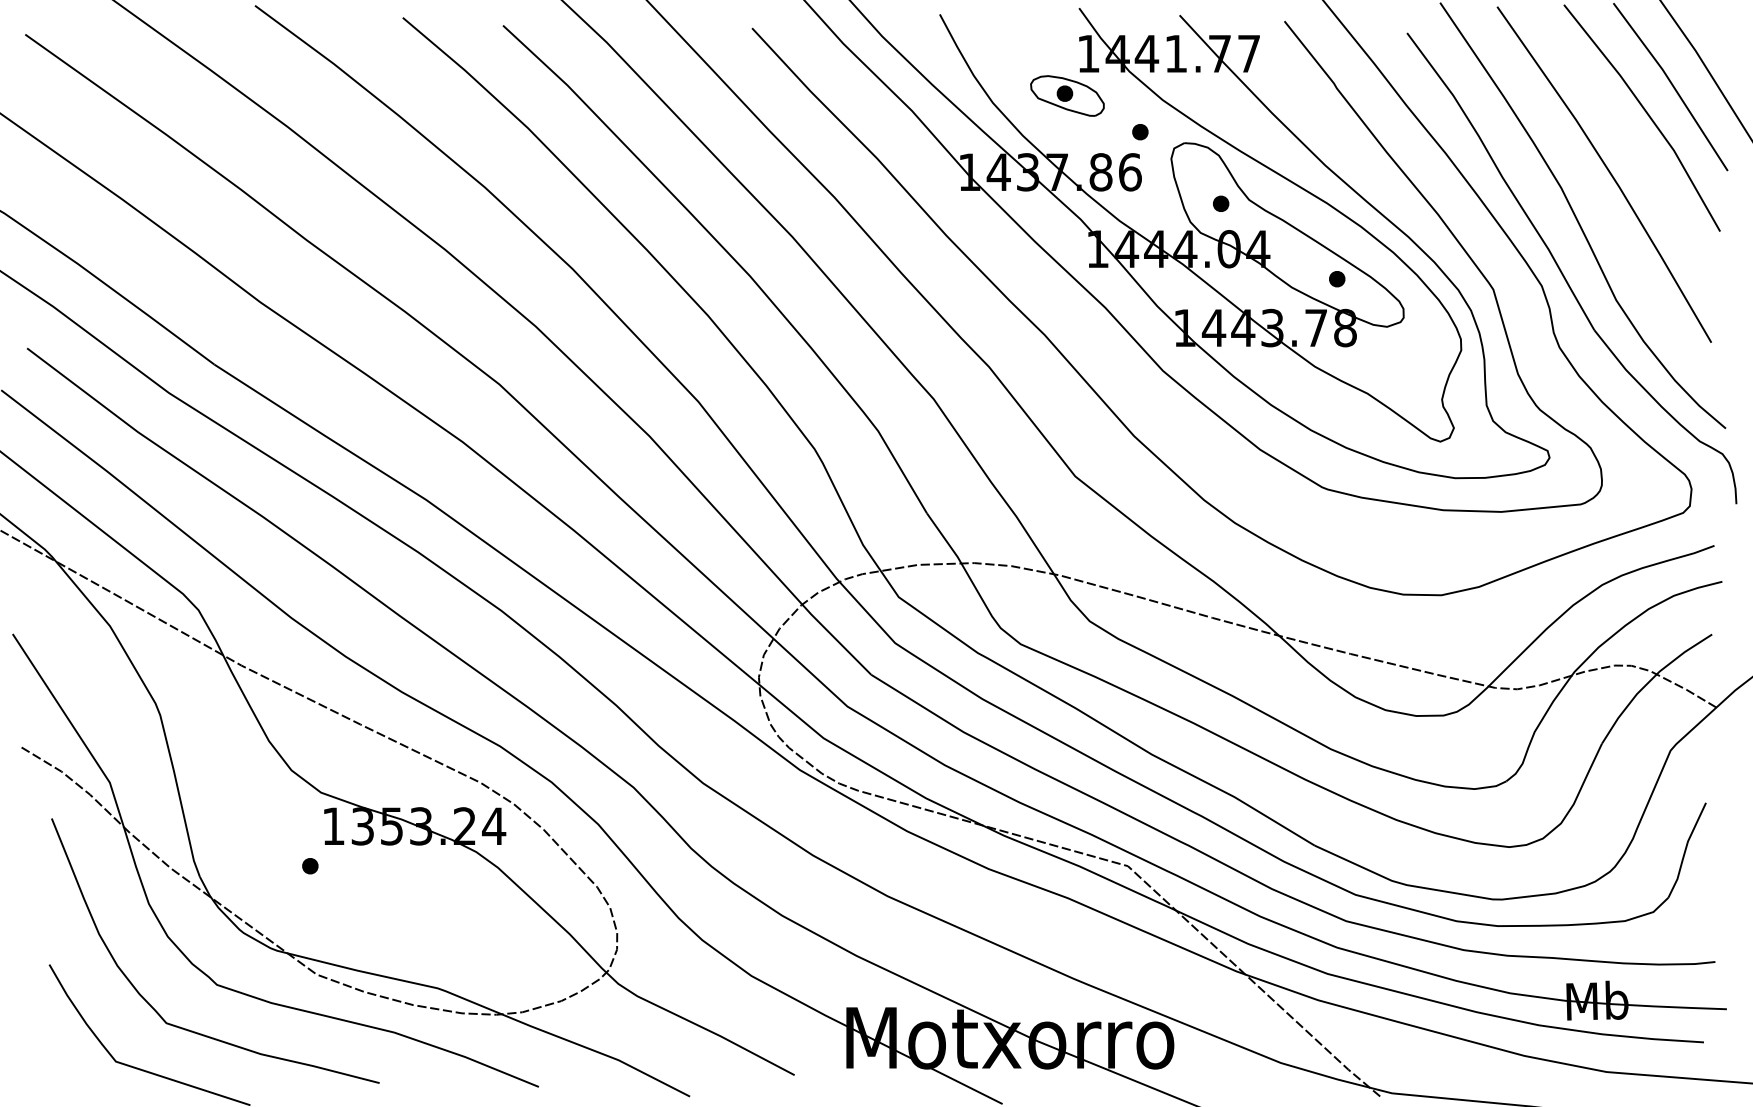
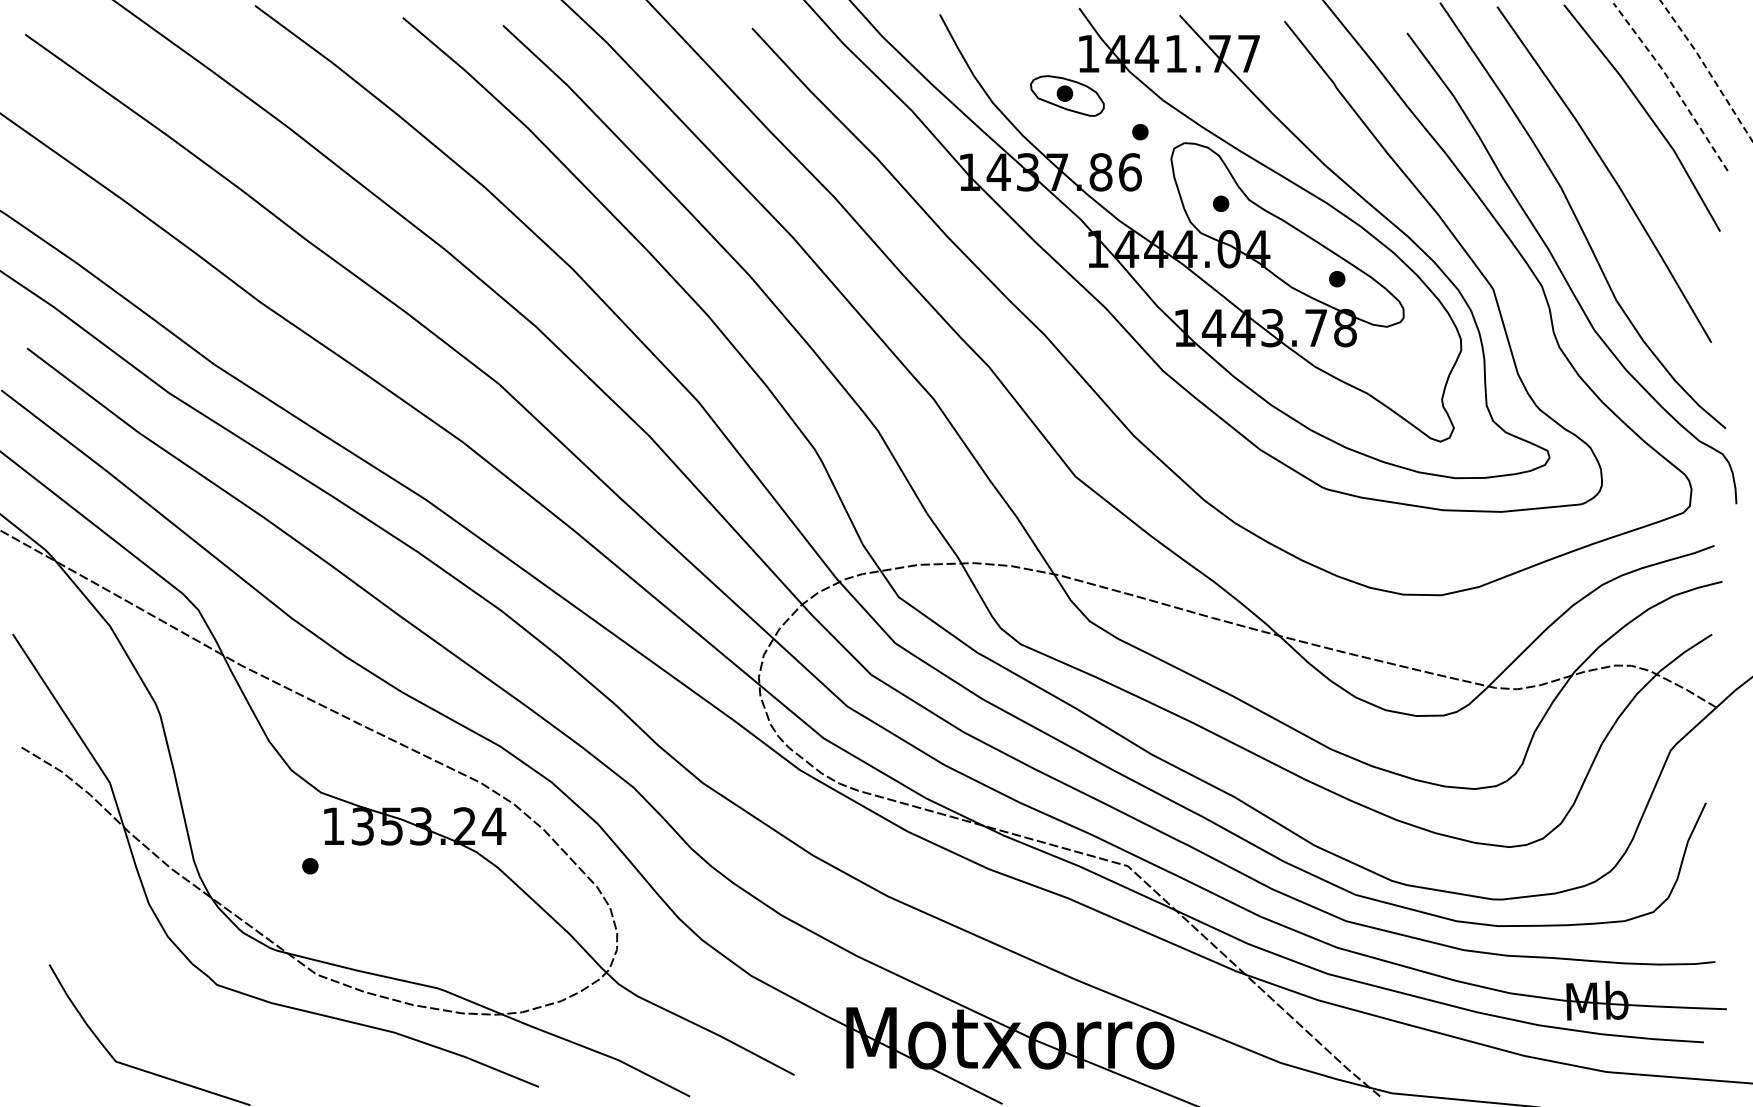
line at (1707, 70): solid -> dashed
line at (1672, 84): solid -> dashed
curve at (189, 1029): present -> none
